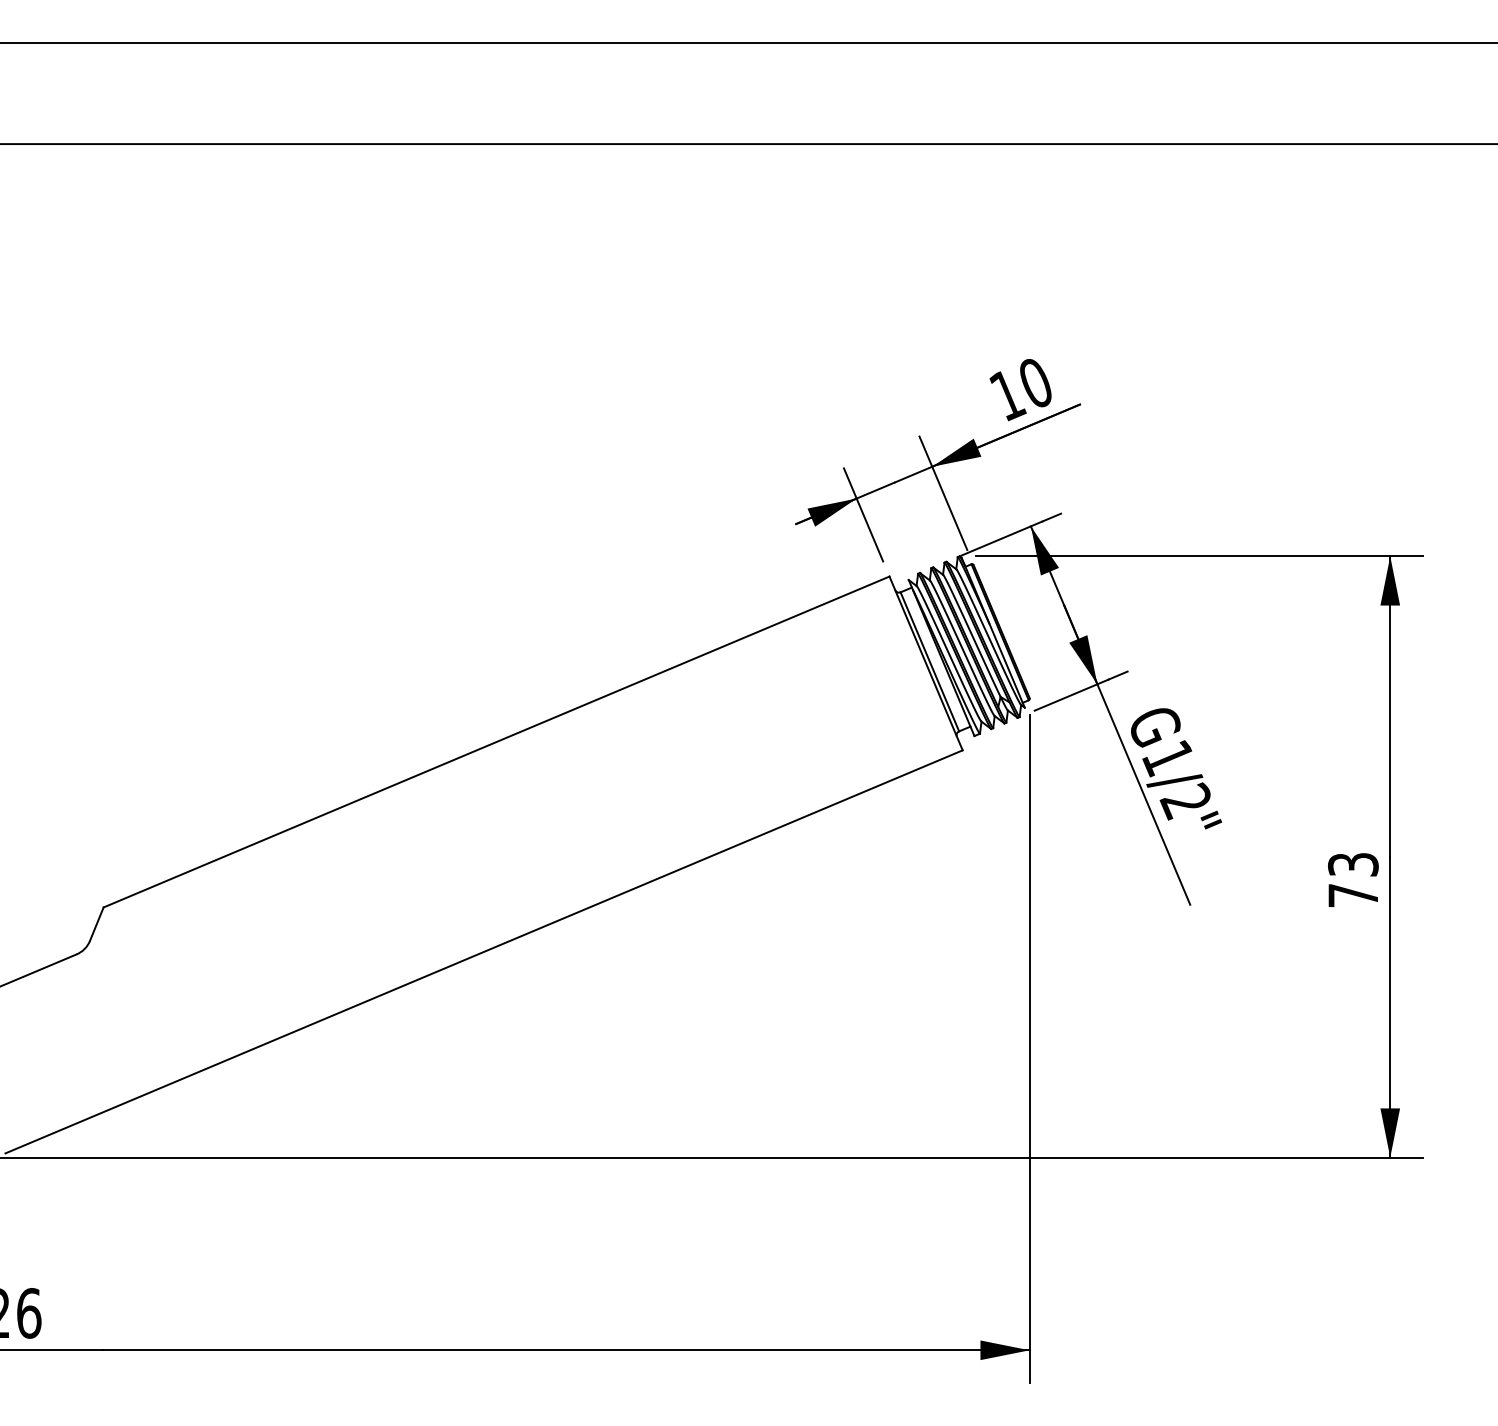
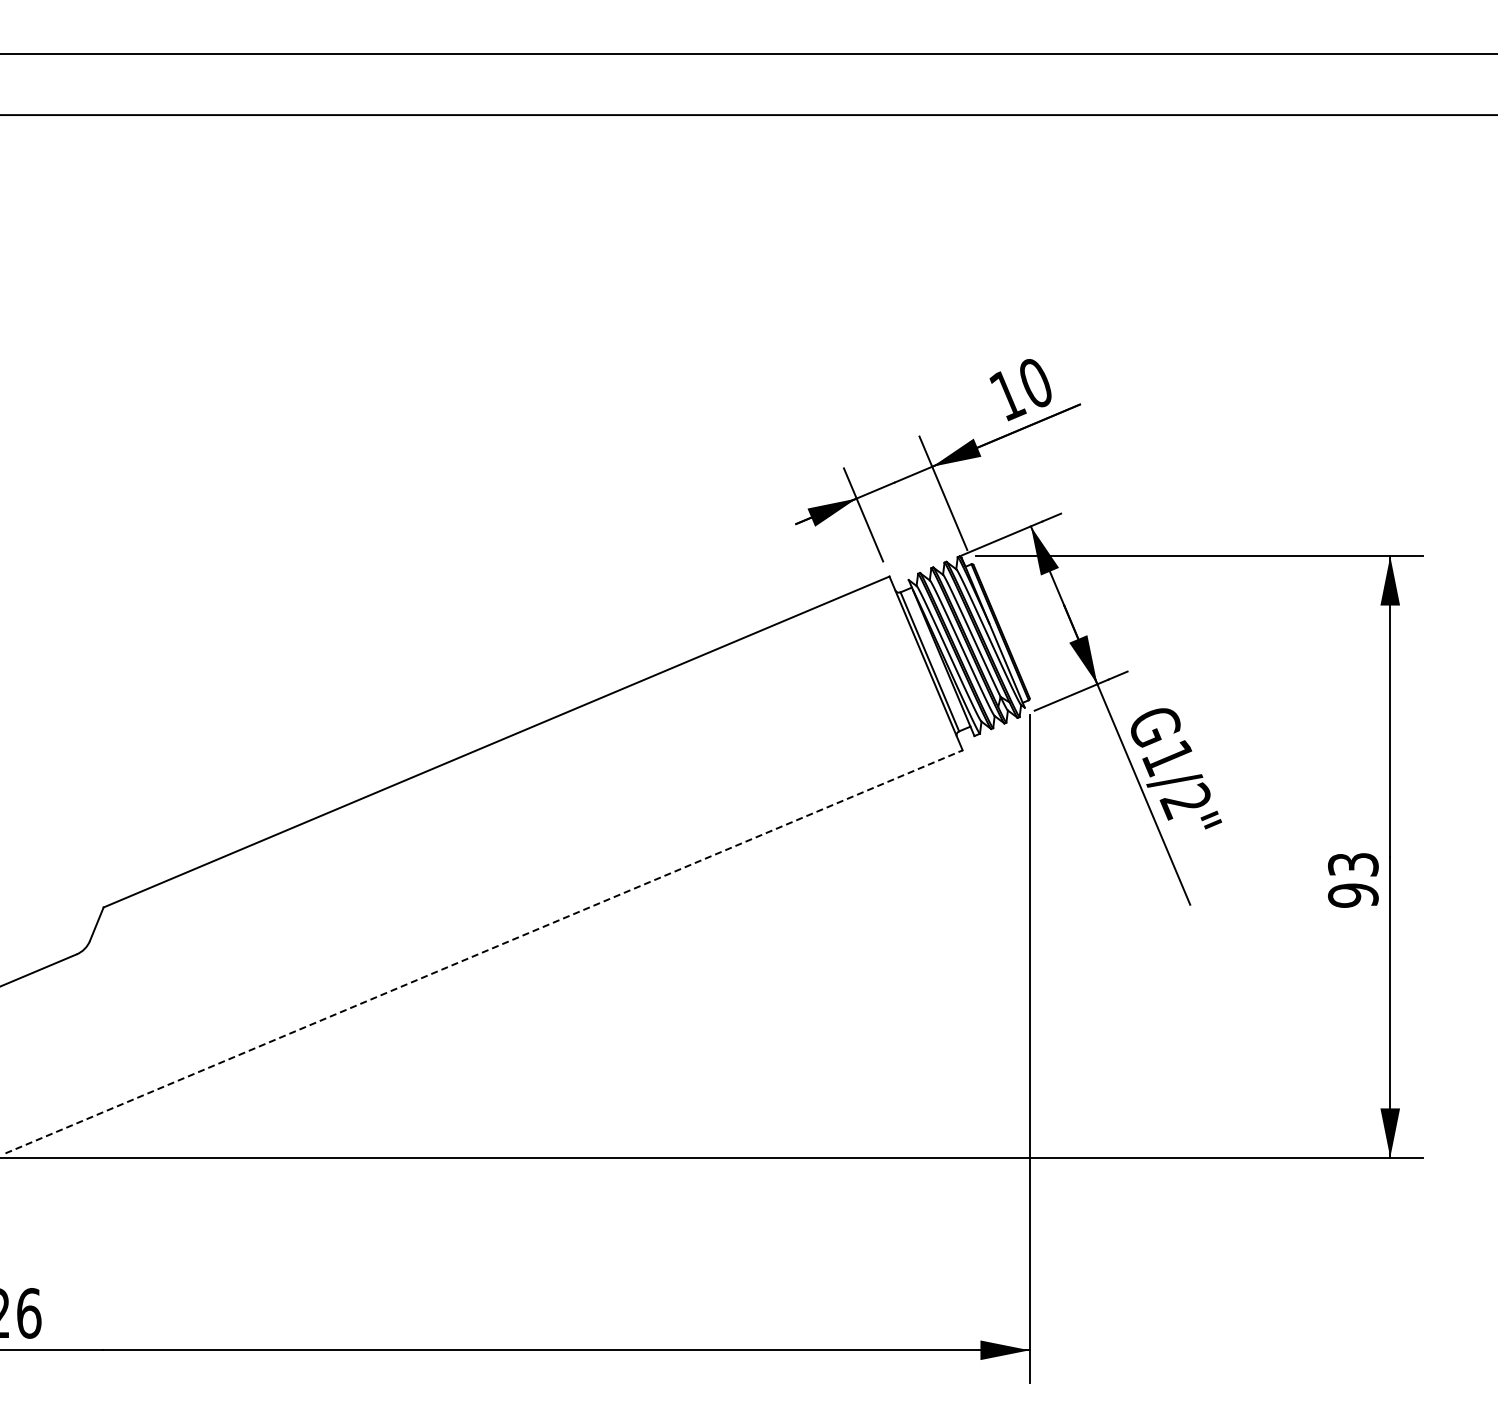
line at (748, 42) position: (748, 42) -> (748, 53)
line at (748, 144) position: (748, 144) -> (748, 115)
text at (1353, 895): 73 -> 93
line at (484, 951): solid -> dashed
